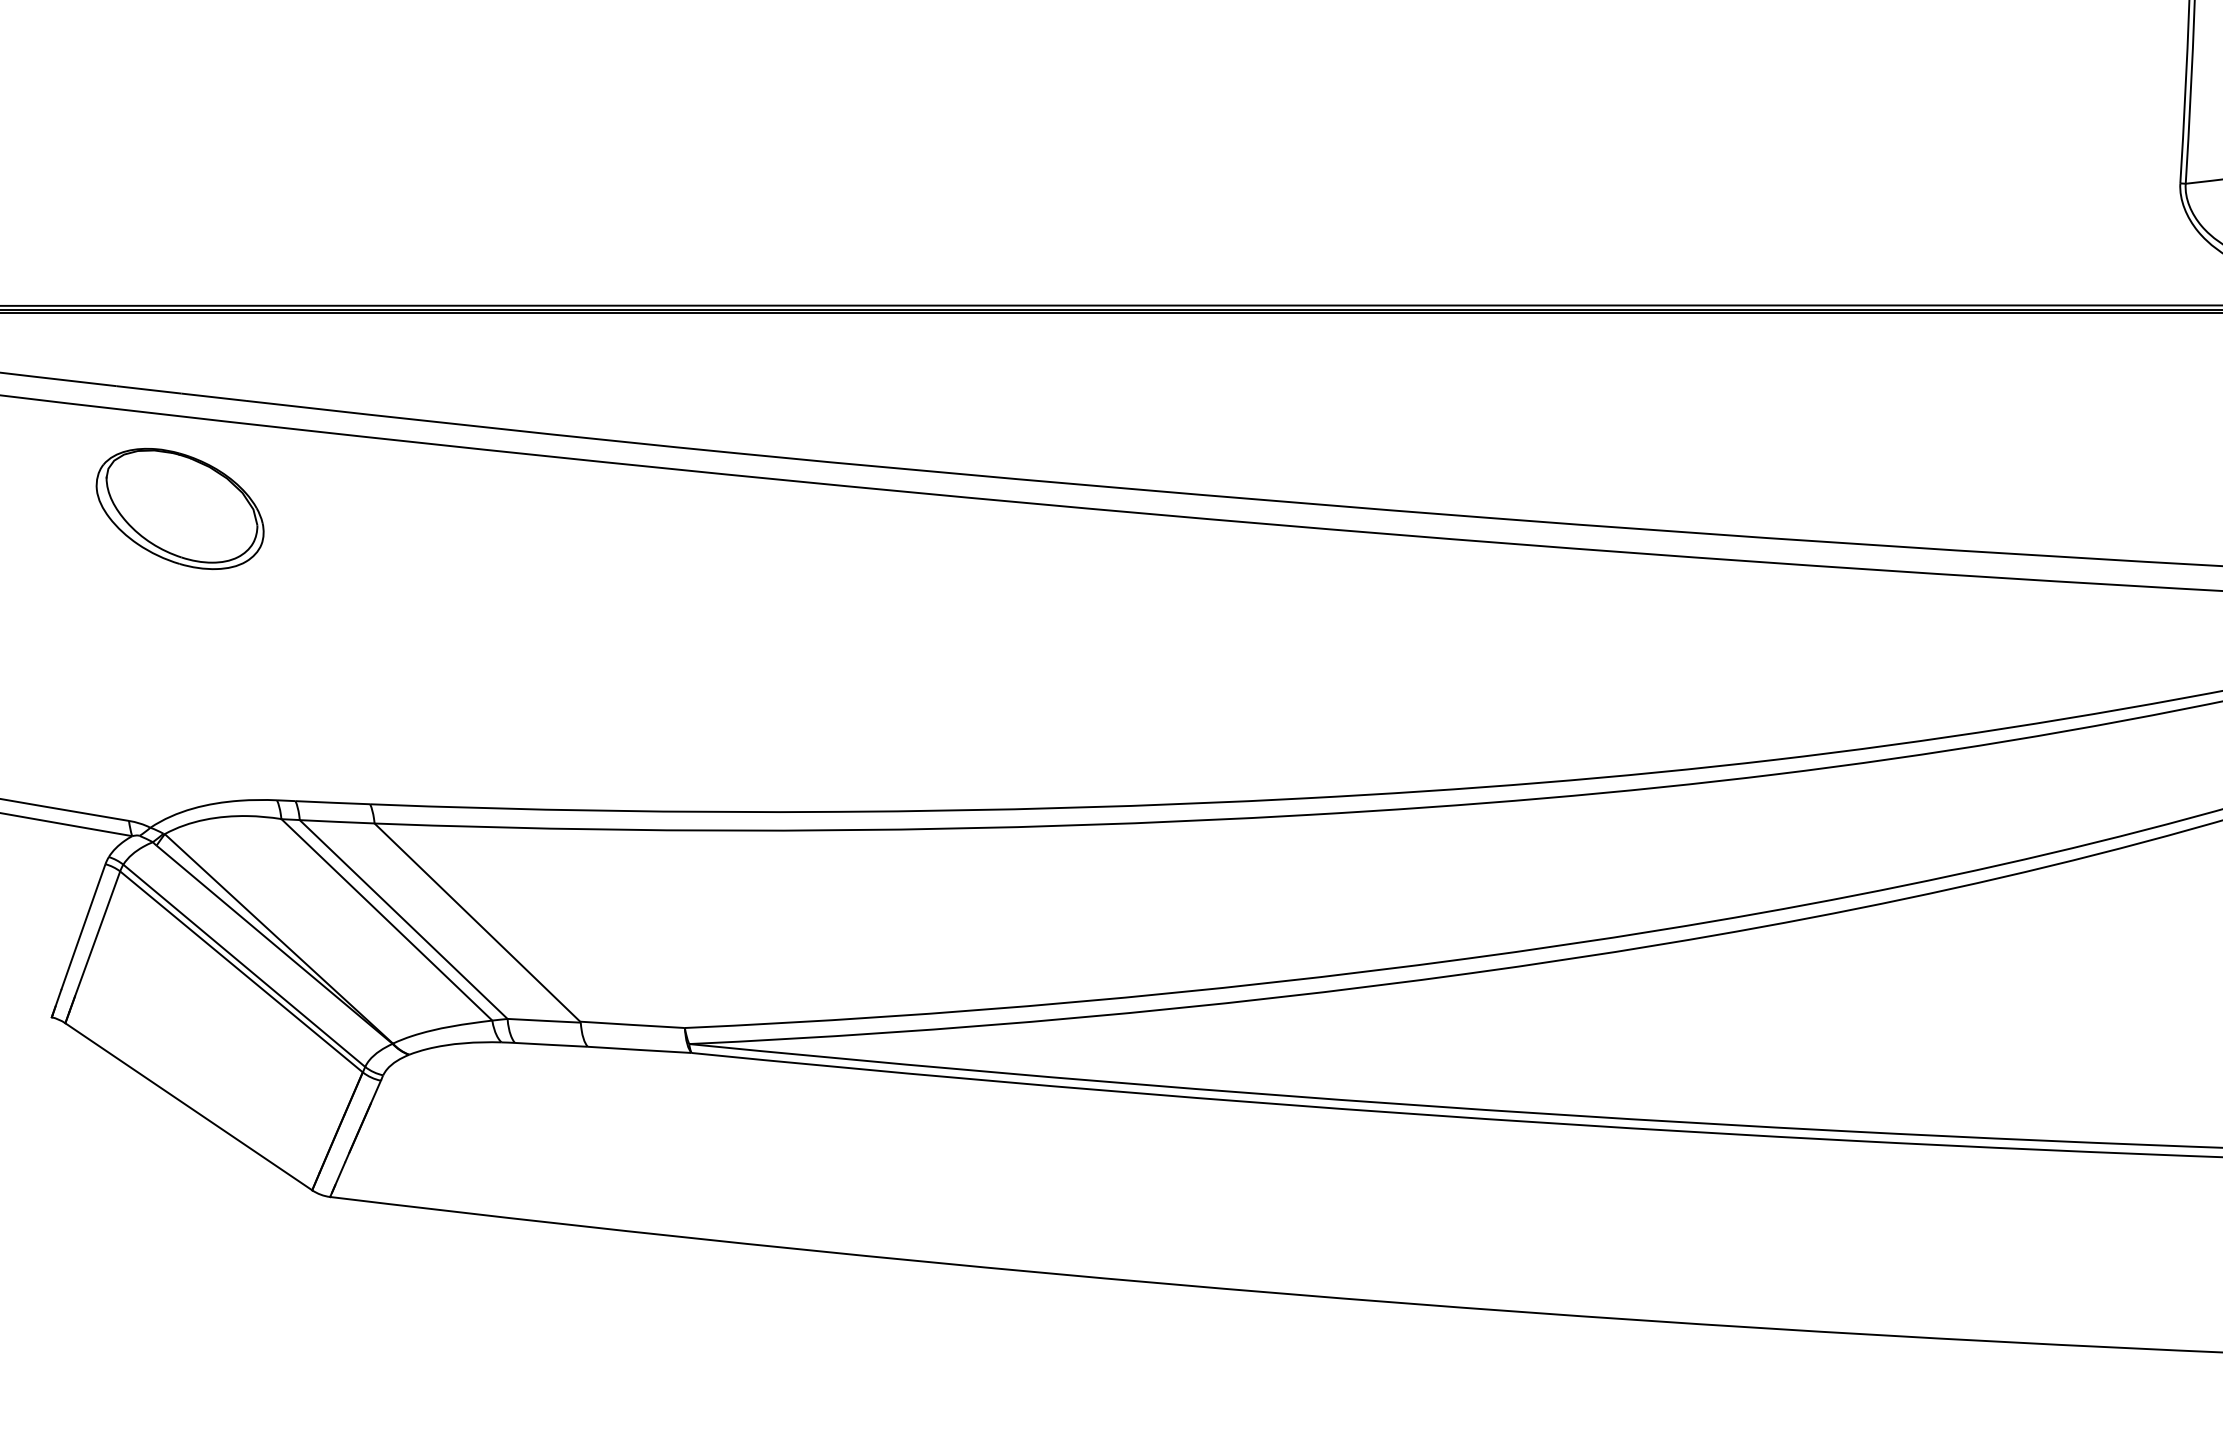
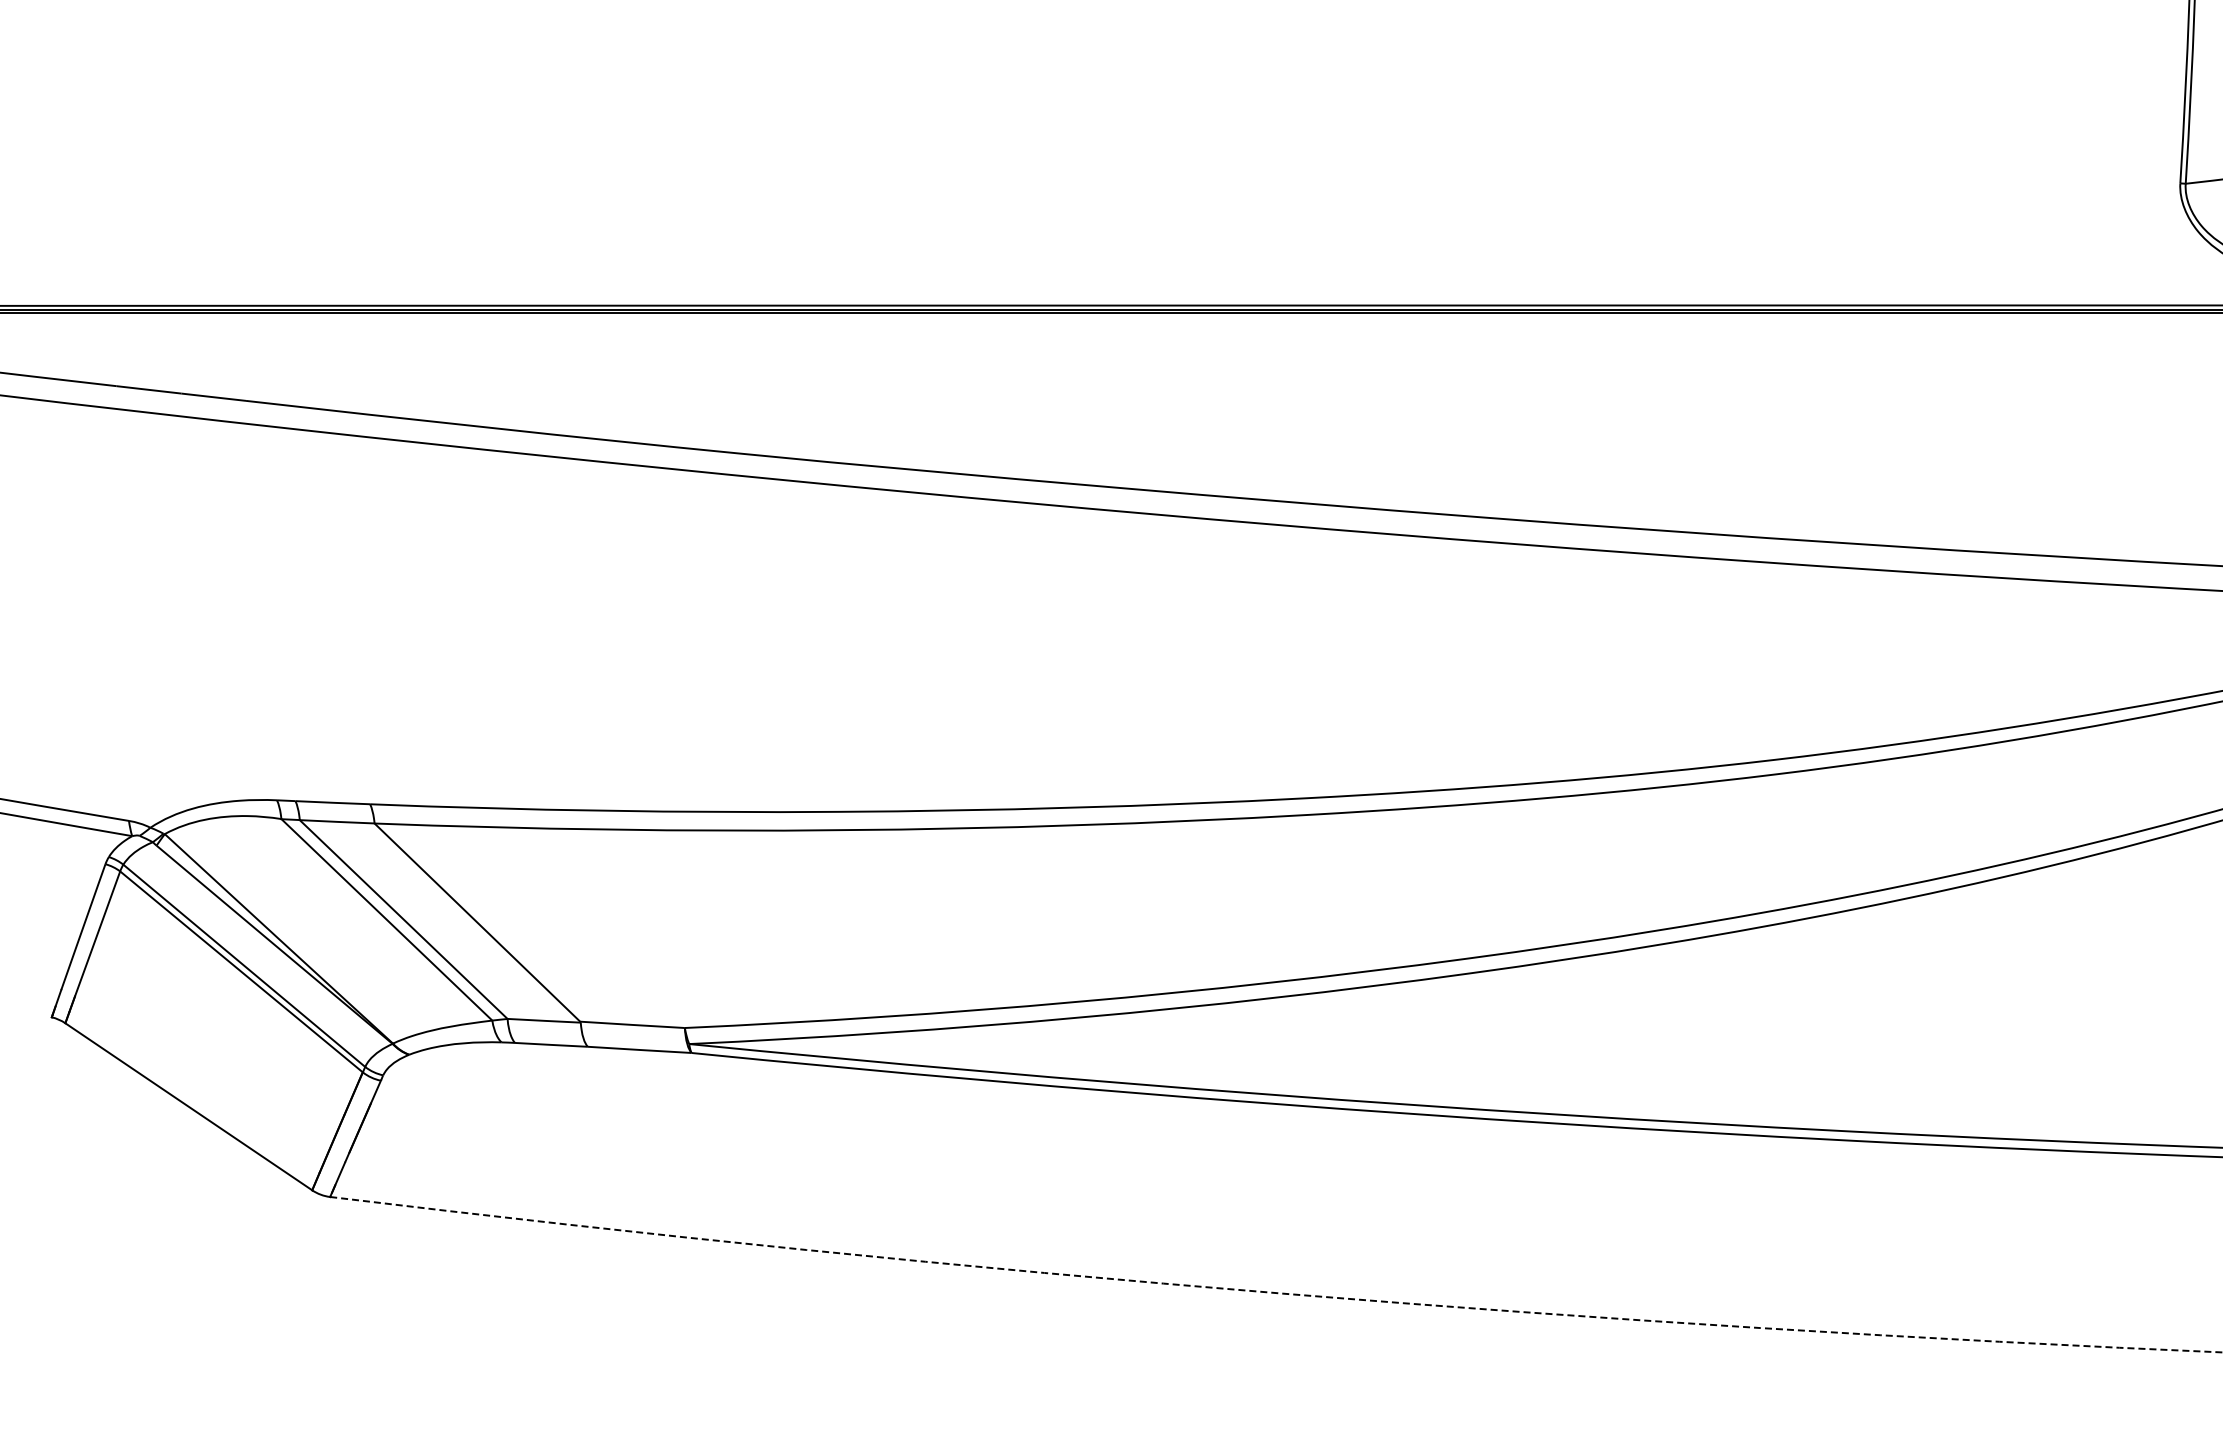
part at (179, 508): present -> none
arc at (1276, 1293): solid -> dashed
